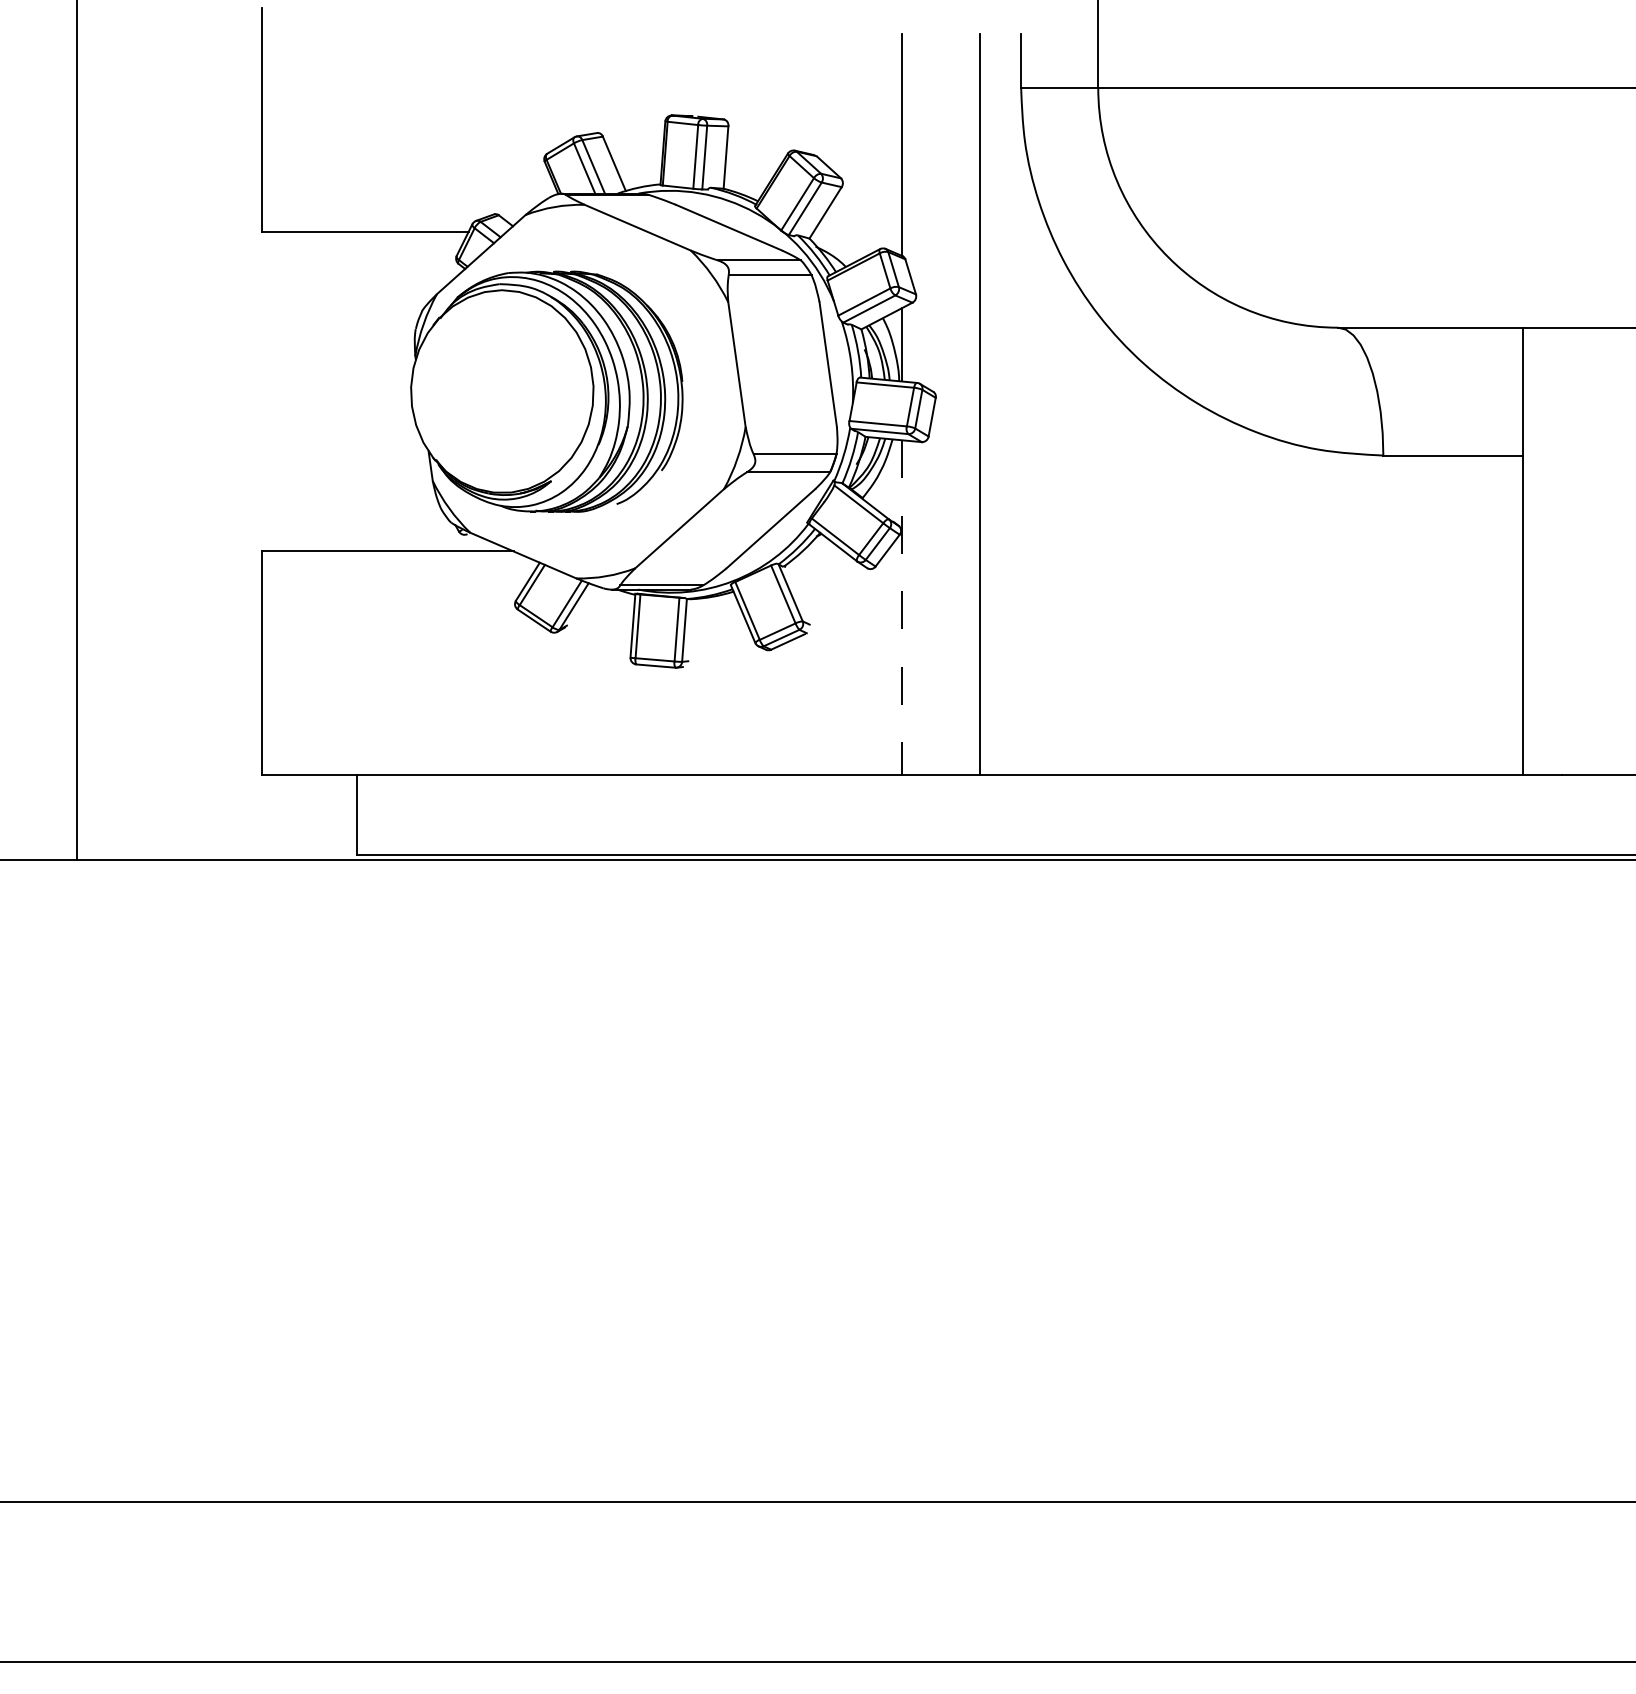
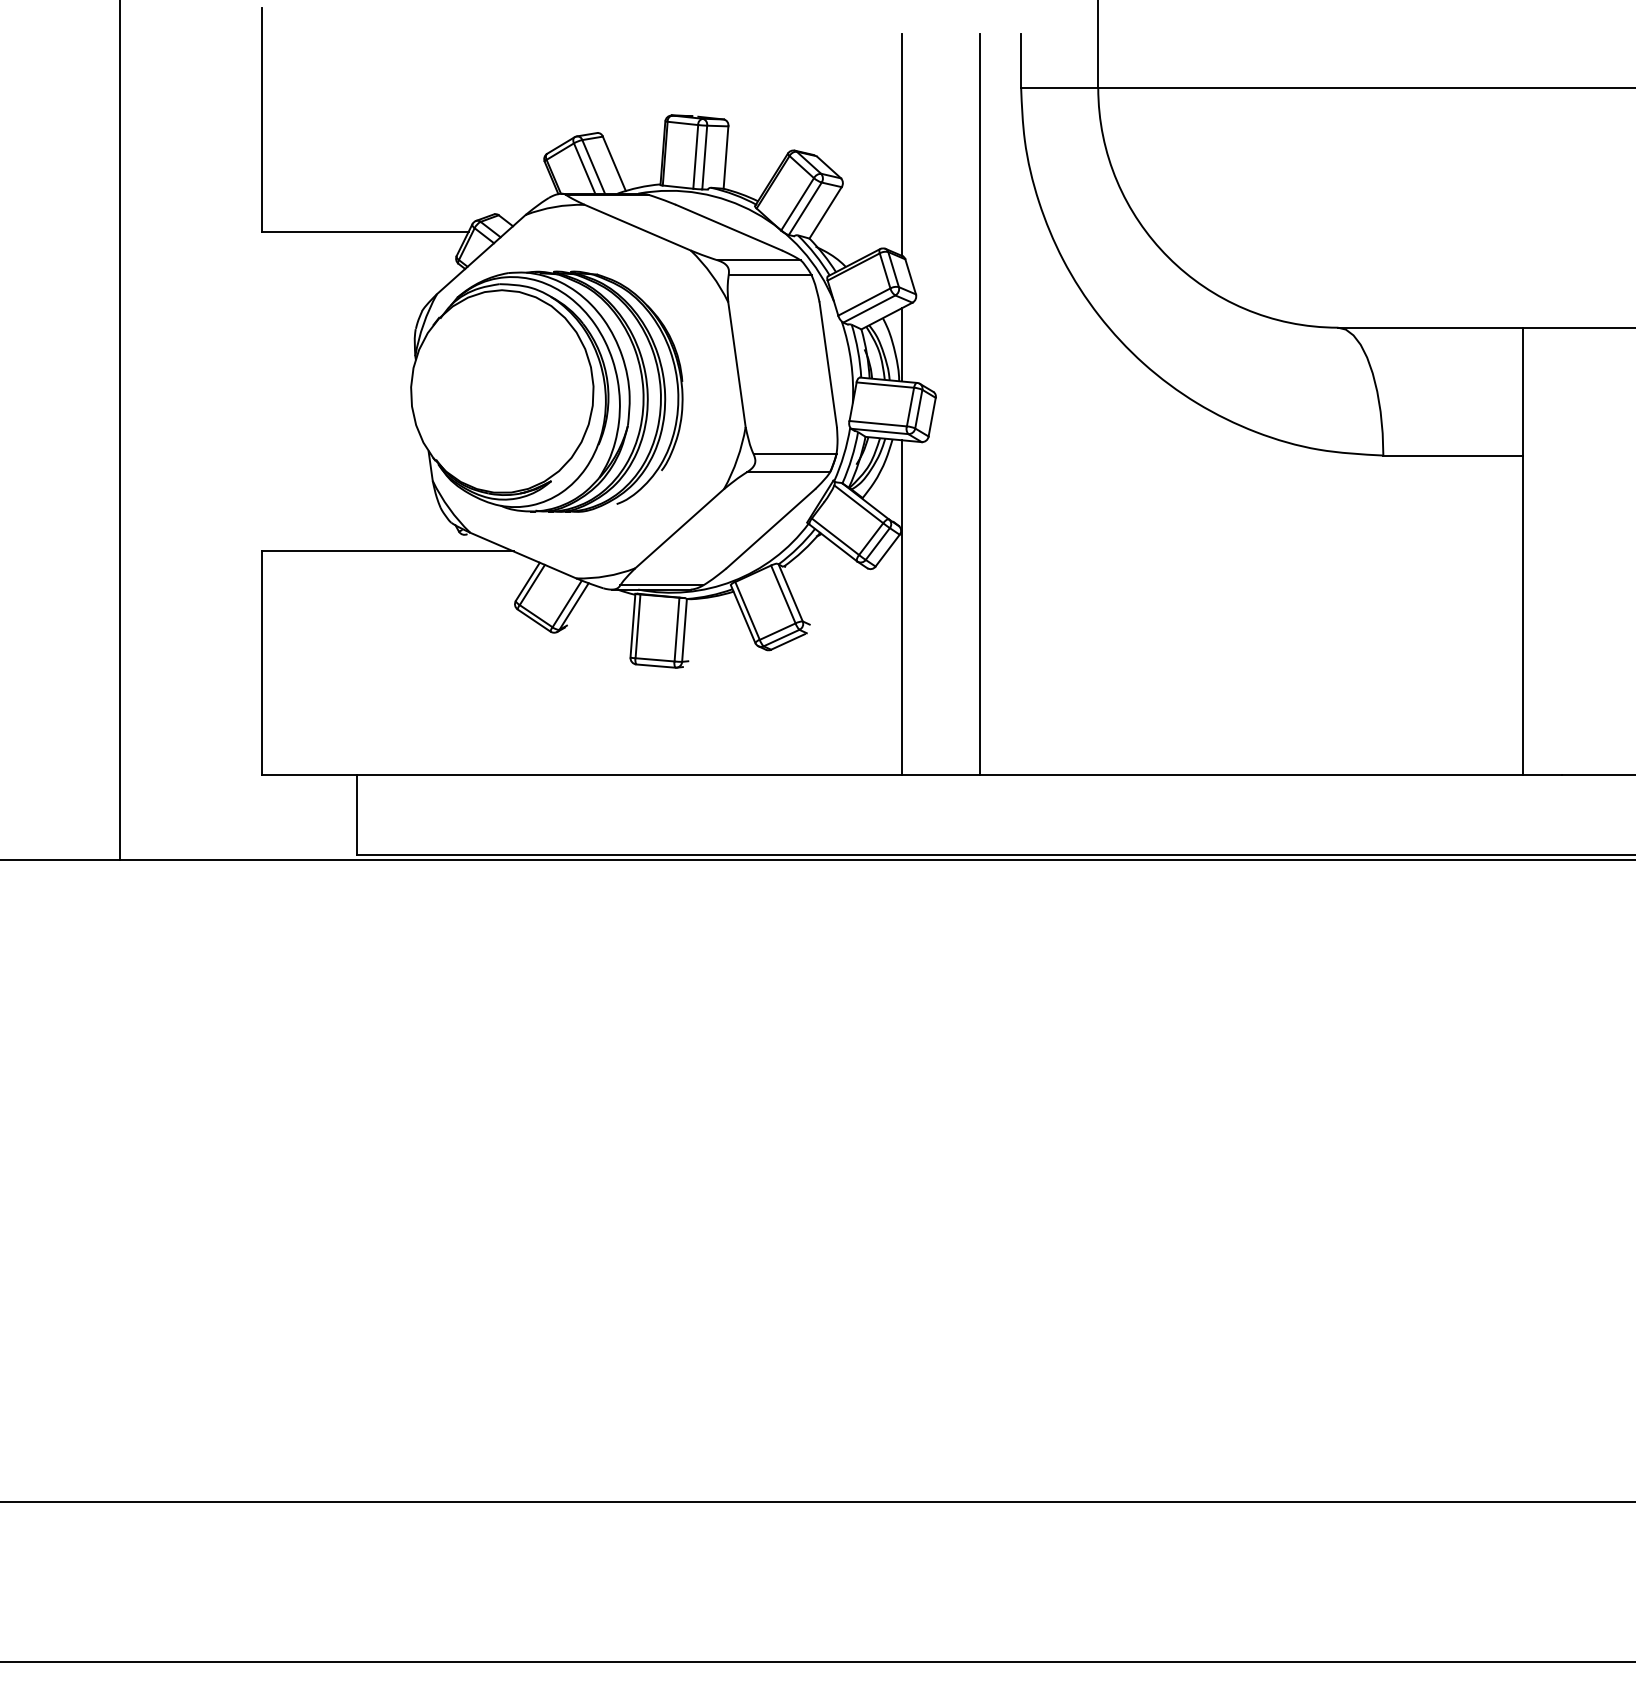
line at (77, 430) position: (77, 430) -> (120, 430)
line at (901, 607): dashed -> solid
